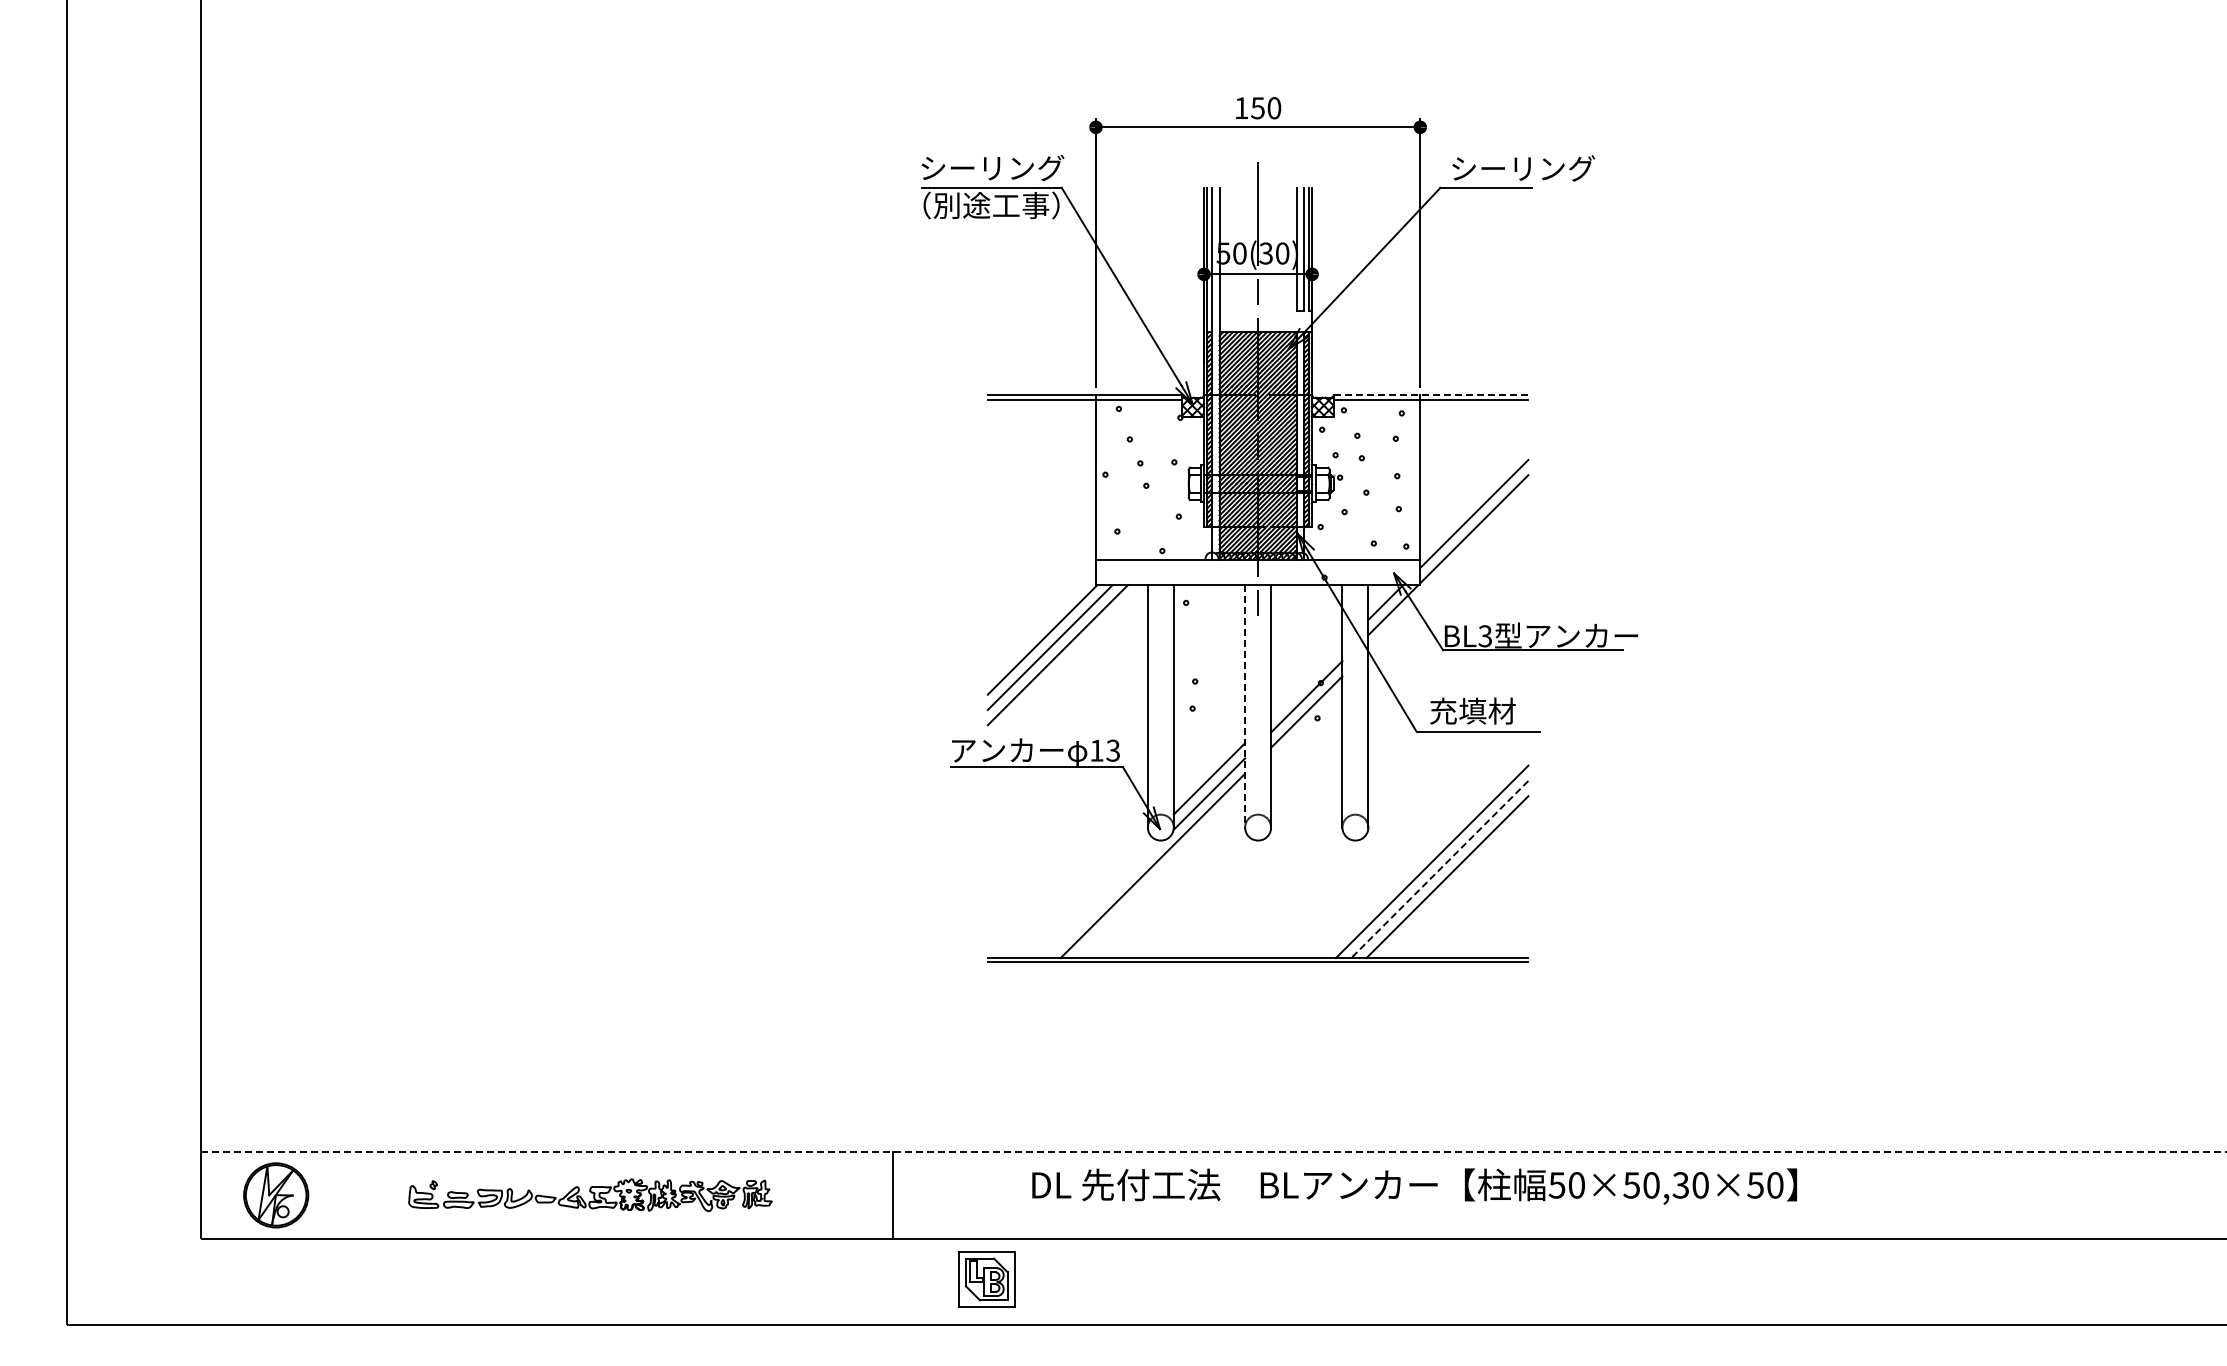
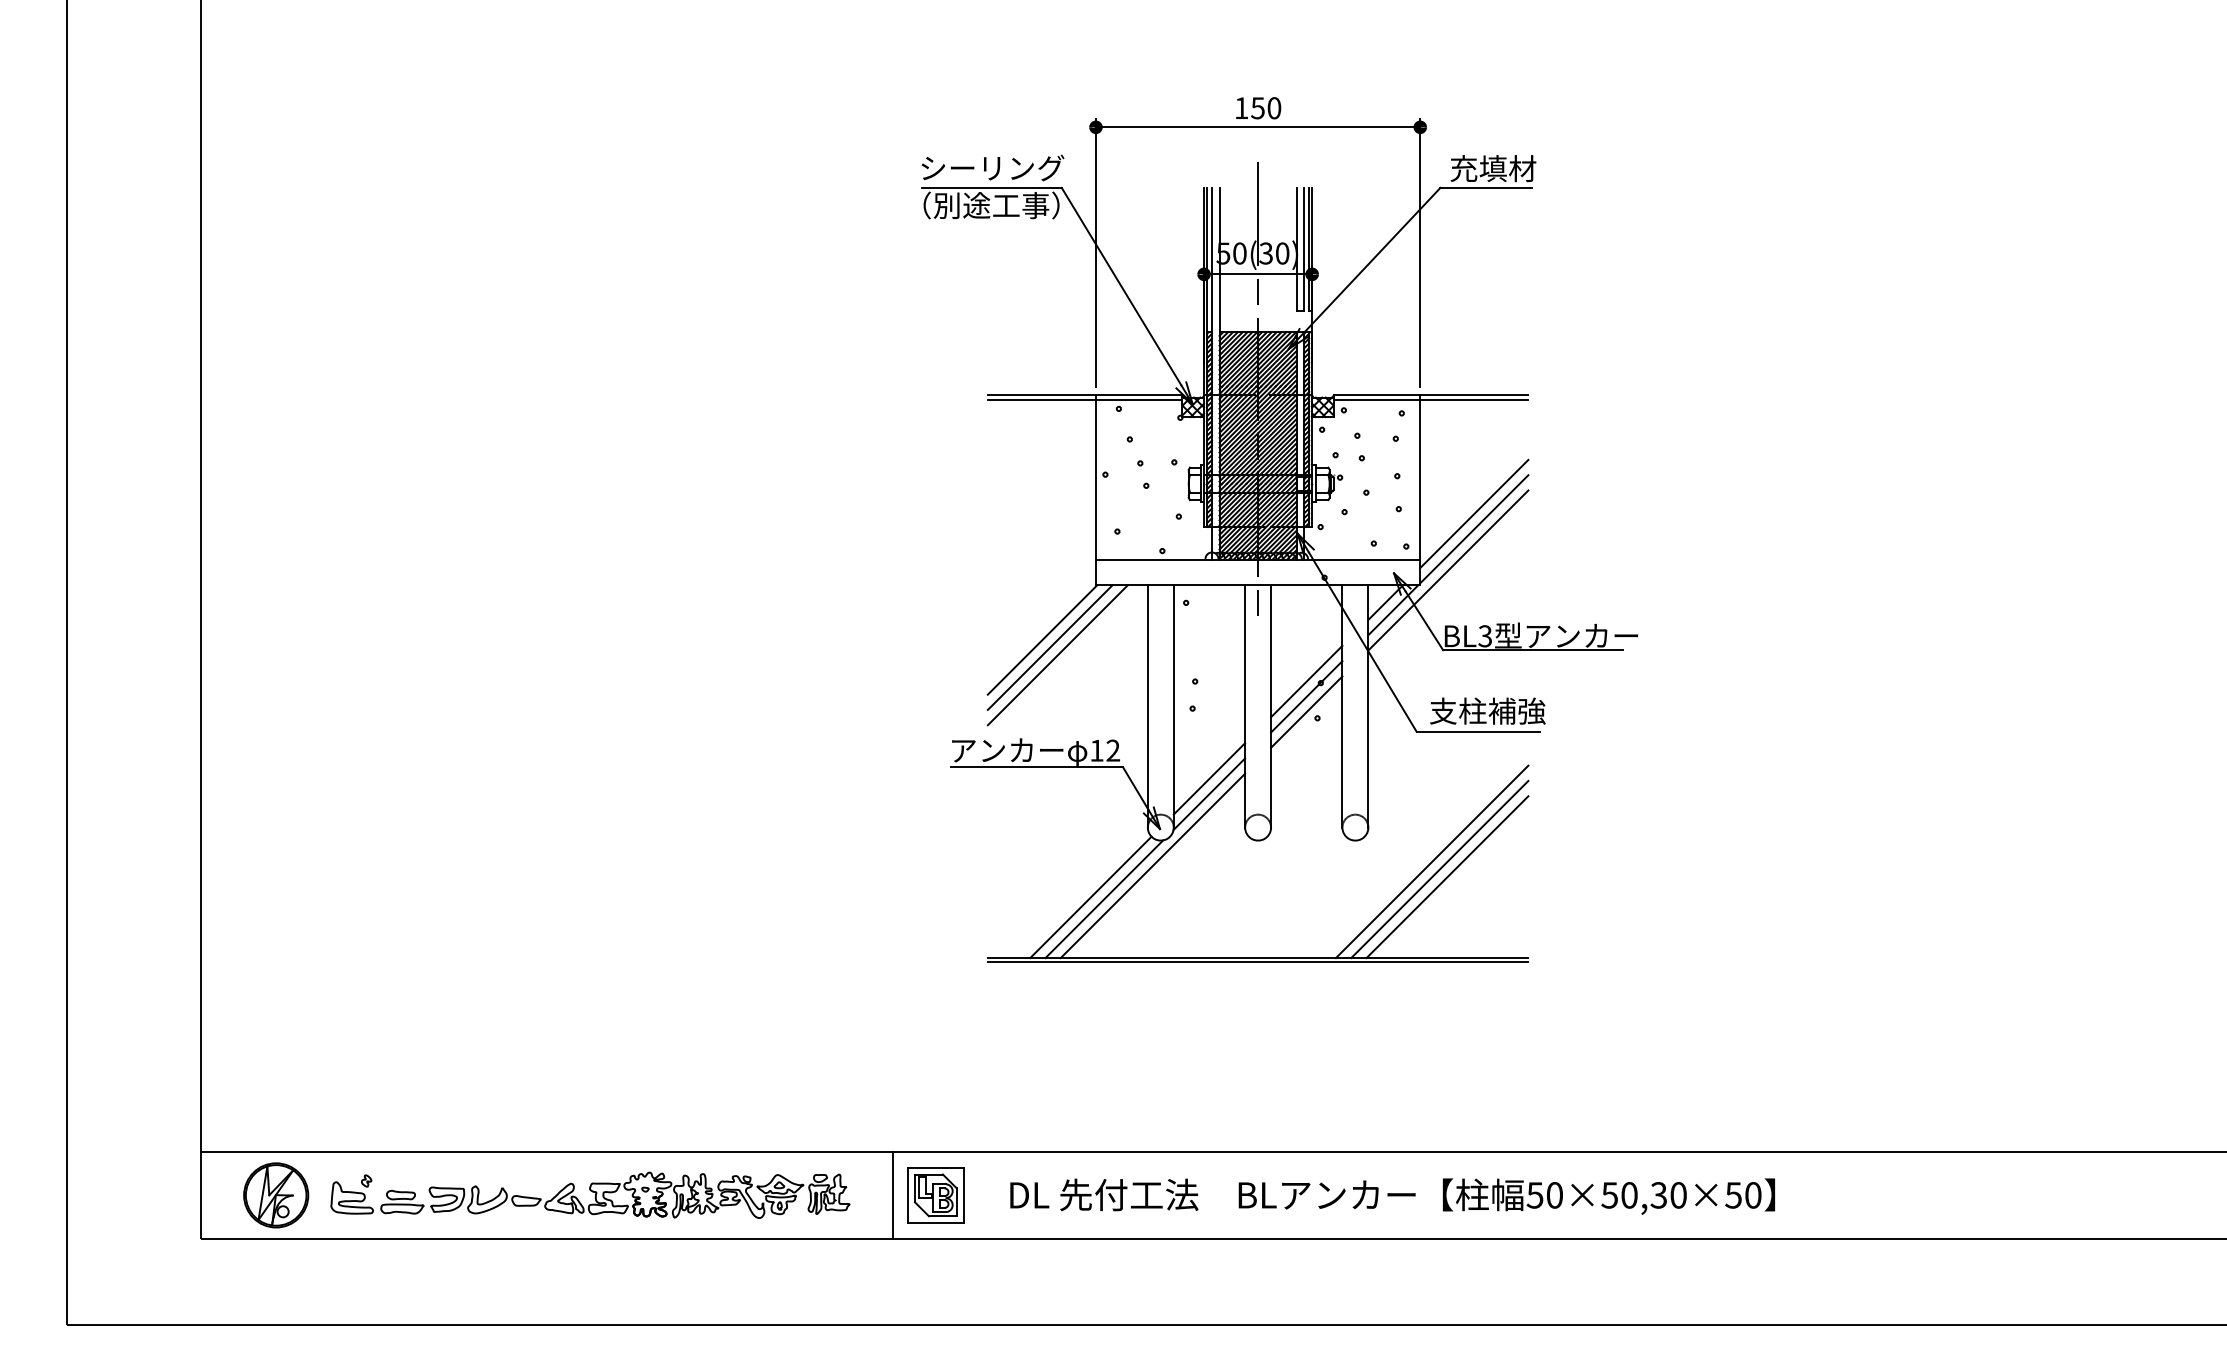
text at (1522, 168): シーリング -> 充填材
line at (1431, 395): dashed -> solid
line at (1448, 570): none -> present
line at (1306, 681): none -> present
line at (1245, 707): dashed -> solid
text at (1487, 710): 充填材 -> 支柱補強
text at (1113, 750): 13 -> 12
line at (1439, 869): dashed -> solid
line at (1090, 897): none -> present
line at (1104, 899): none -> present
line at (1213, 1152): dashed -> solid
text at (1414, 1186) position: (1414, 1186) -> (1392, 1196)
part at (590, 1194) size: 365x34 px -> 521x48 px
part at (986, 1279) position: (986, 1279) -> (935, 1195)
